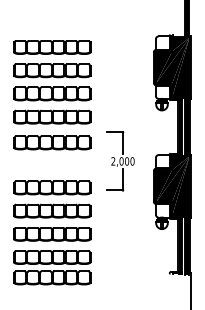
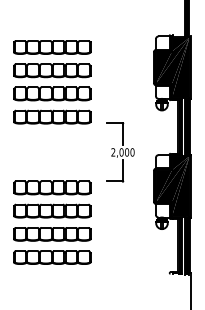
part at (52, 142): present -> none
part at (120, 161) position: (120, 161) -> (120, 152)
part at (52, 277): present -> none
